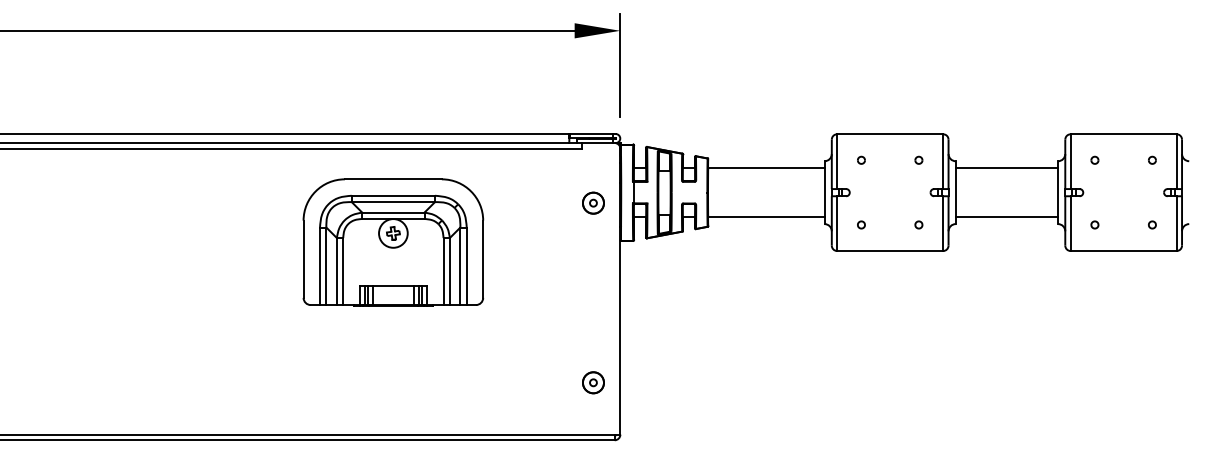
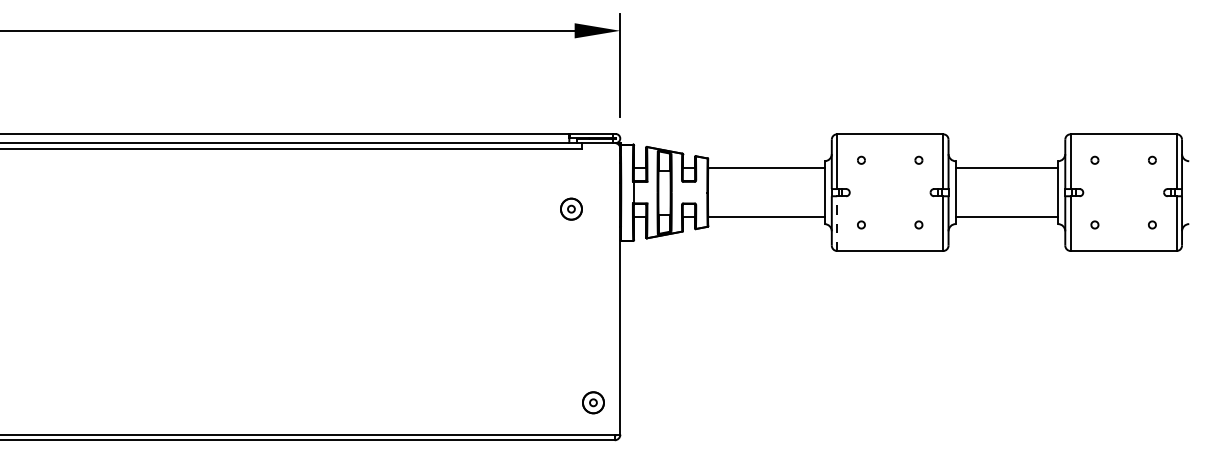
part at (593, 202) position: (593, 202) -> (571, 208)
line at (837, 223): solid -> dashed
part at (393, 242): present -> none
part at (593, 382) position: (593, 382) -> (593, 402)
